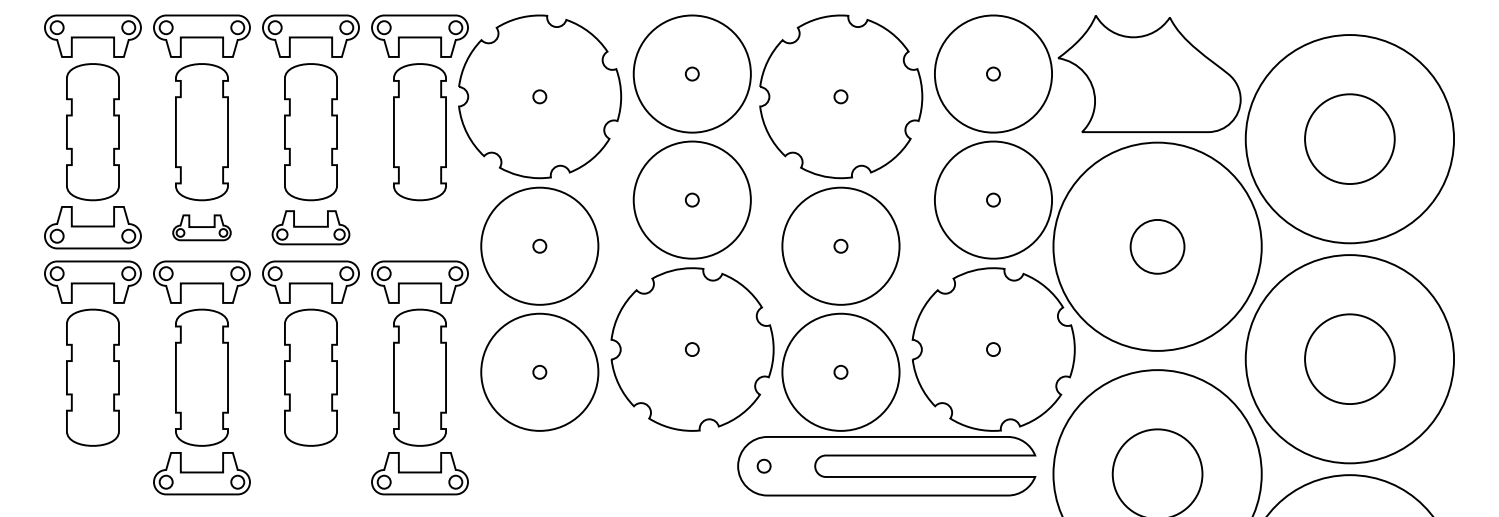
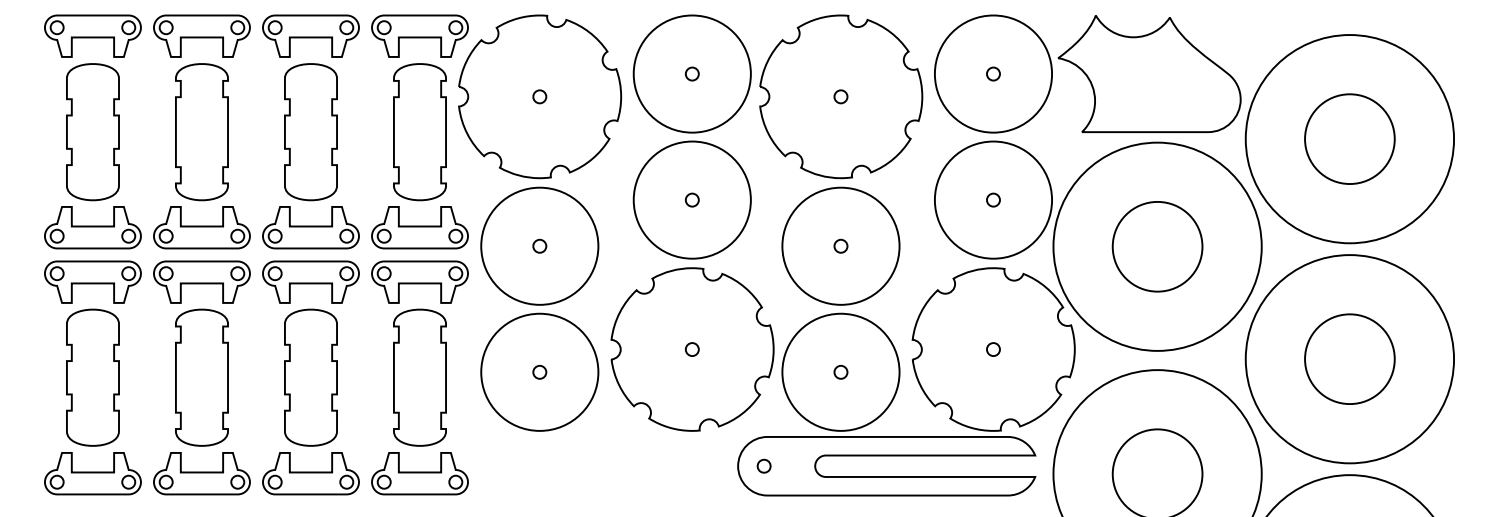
part at (201, 227) size: 60x28 px -> 98x44 px
part at (310, 227) size: 80x36 px -> 98x44 px
part at (419, 227): none -> present
part at (1157, 246) size: 57x56 px -> 93x92 px
part at (92, 473): none -> present
part at (310, 473): none -> present
